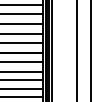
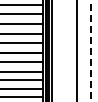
line at (91, 51): solid -> dashed
